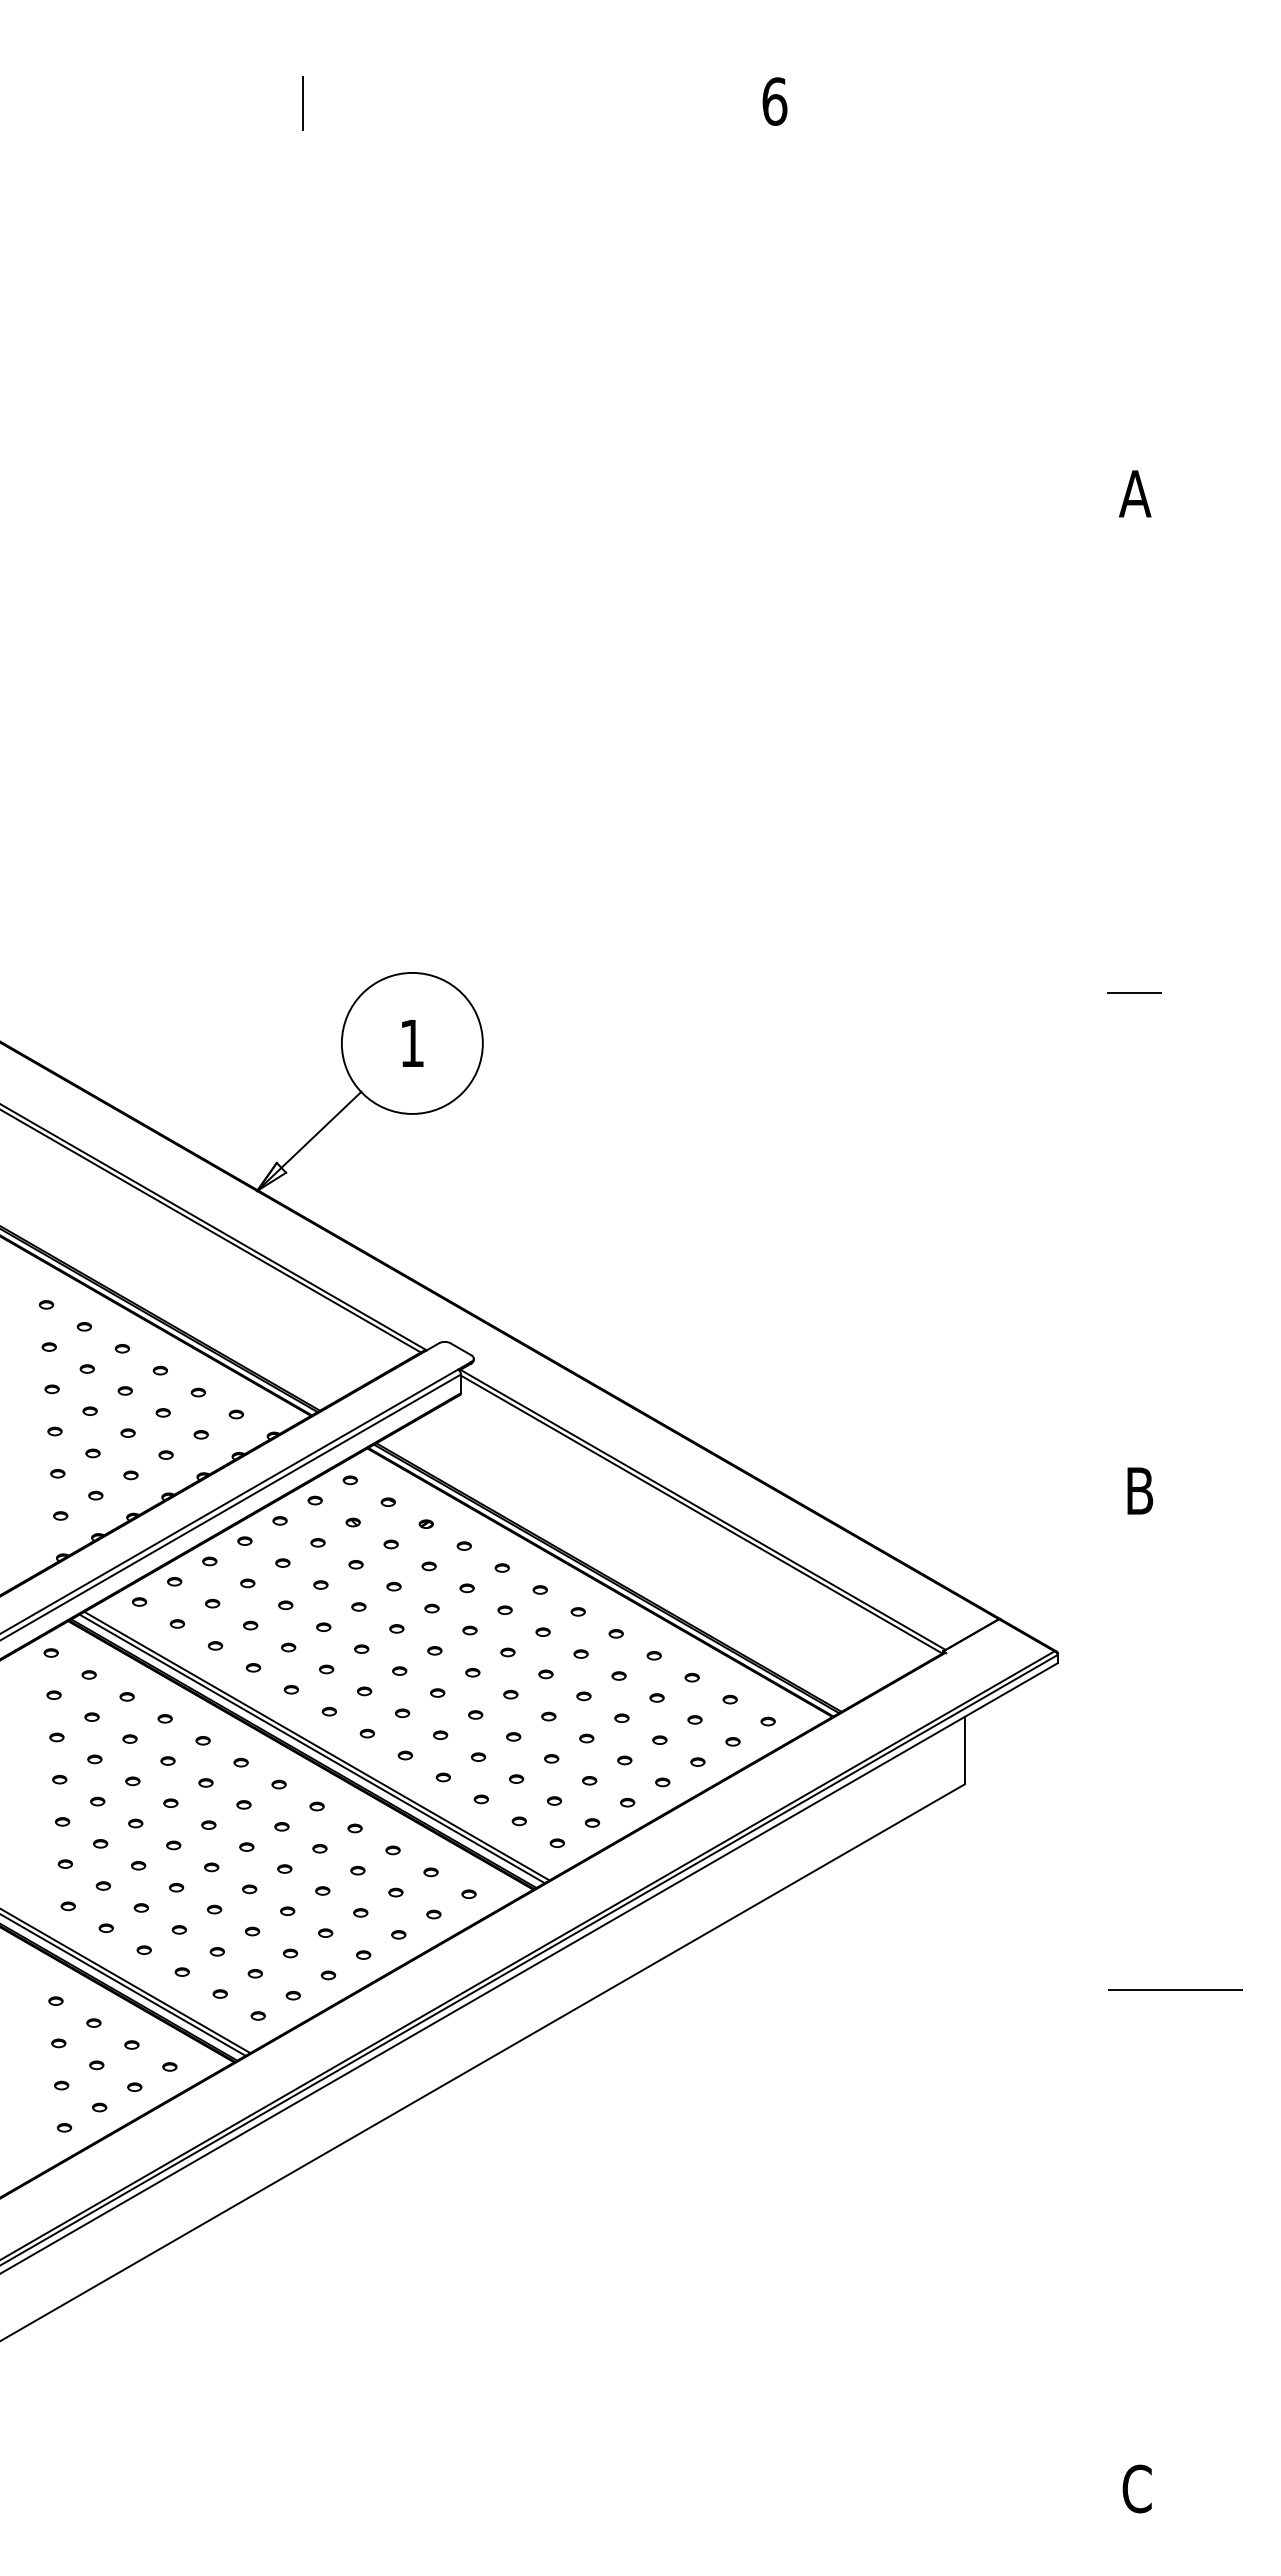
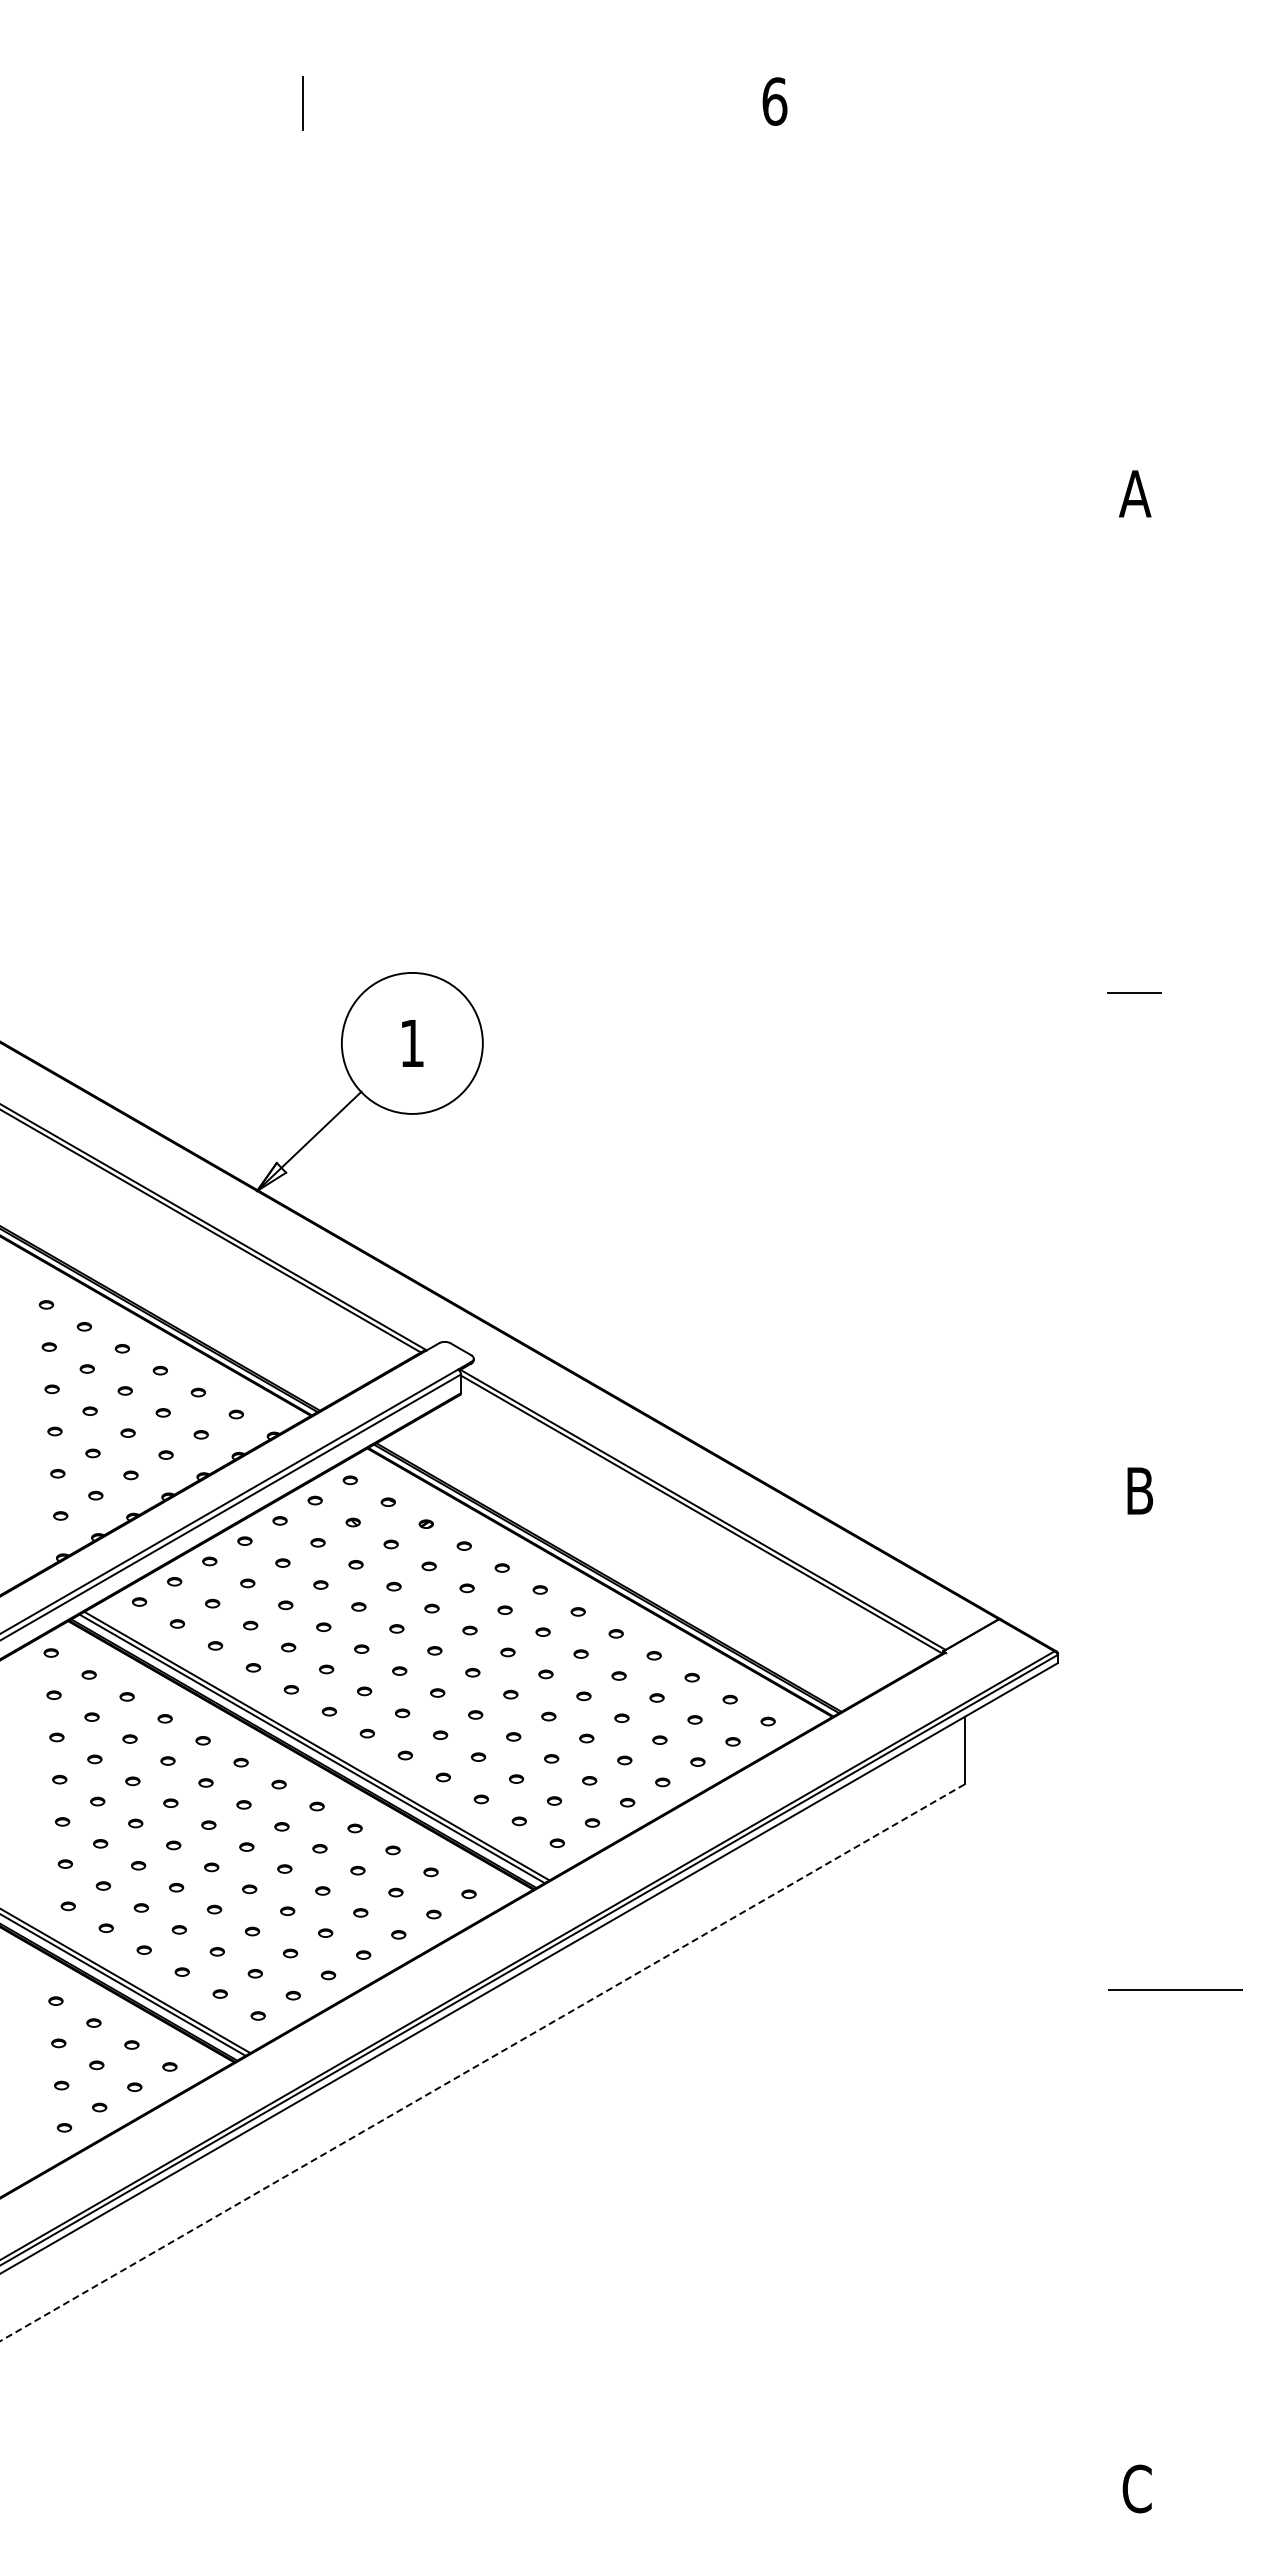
line at (482, 2062): solid -> dashed
